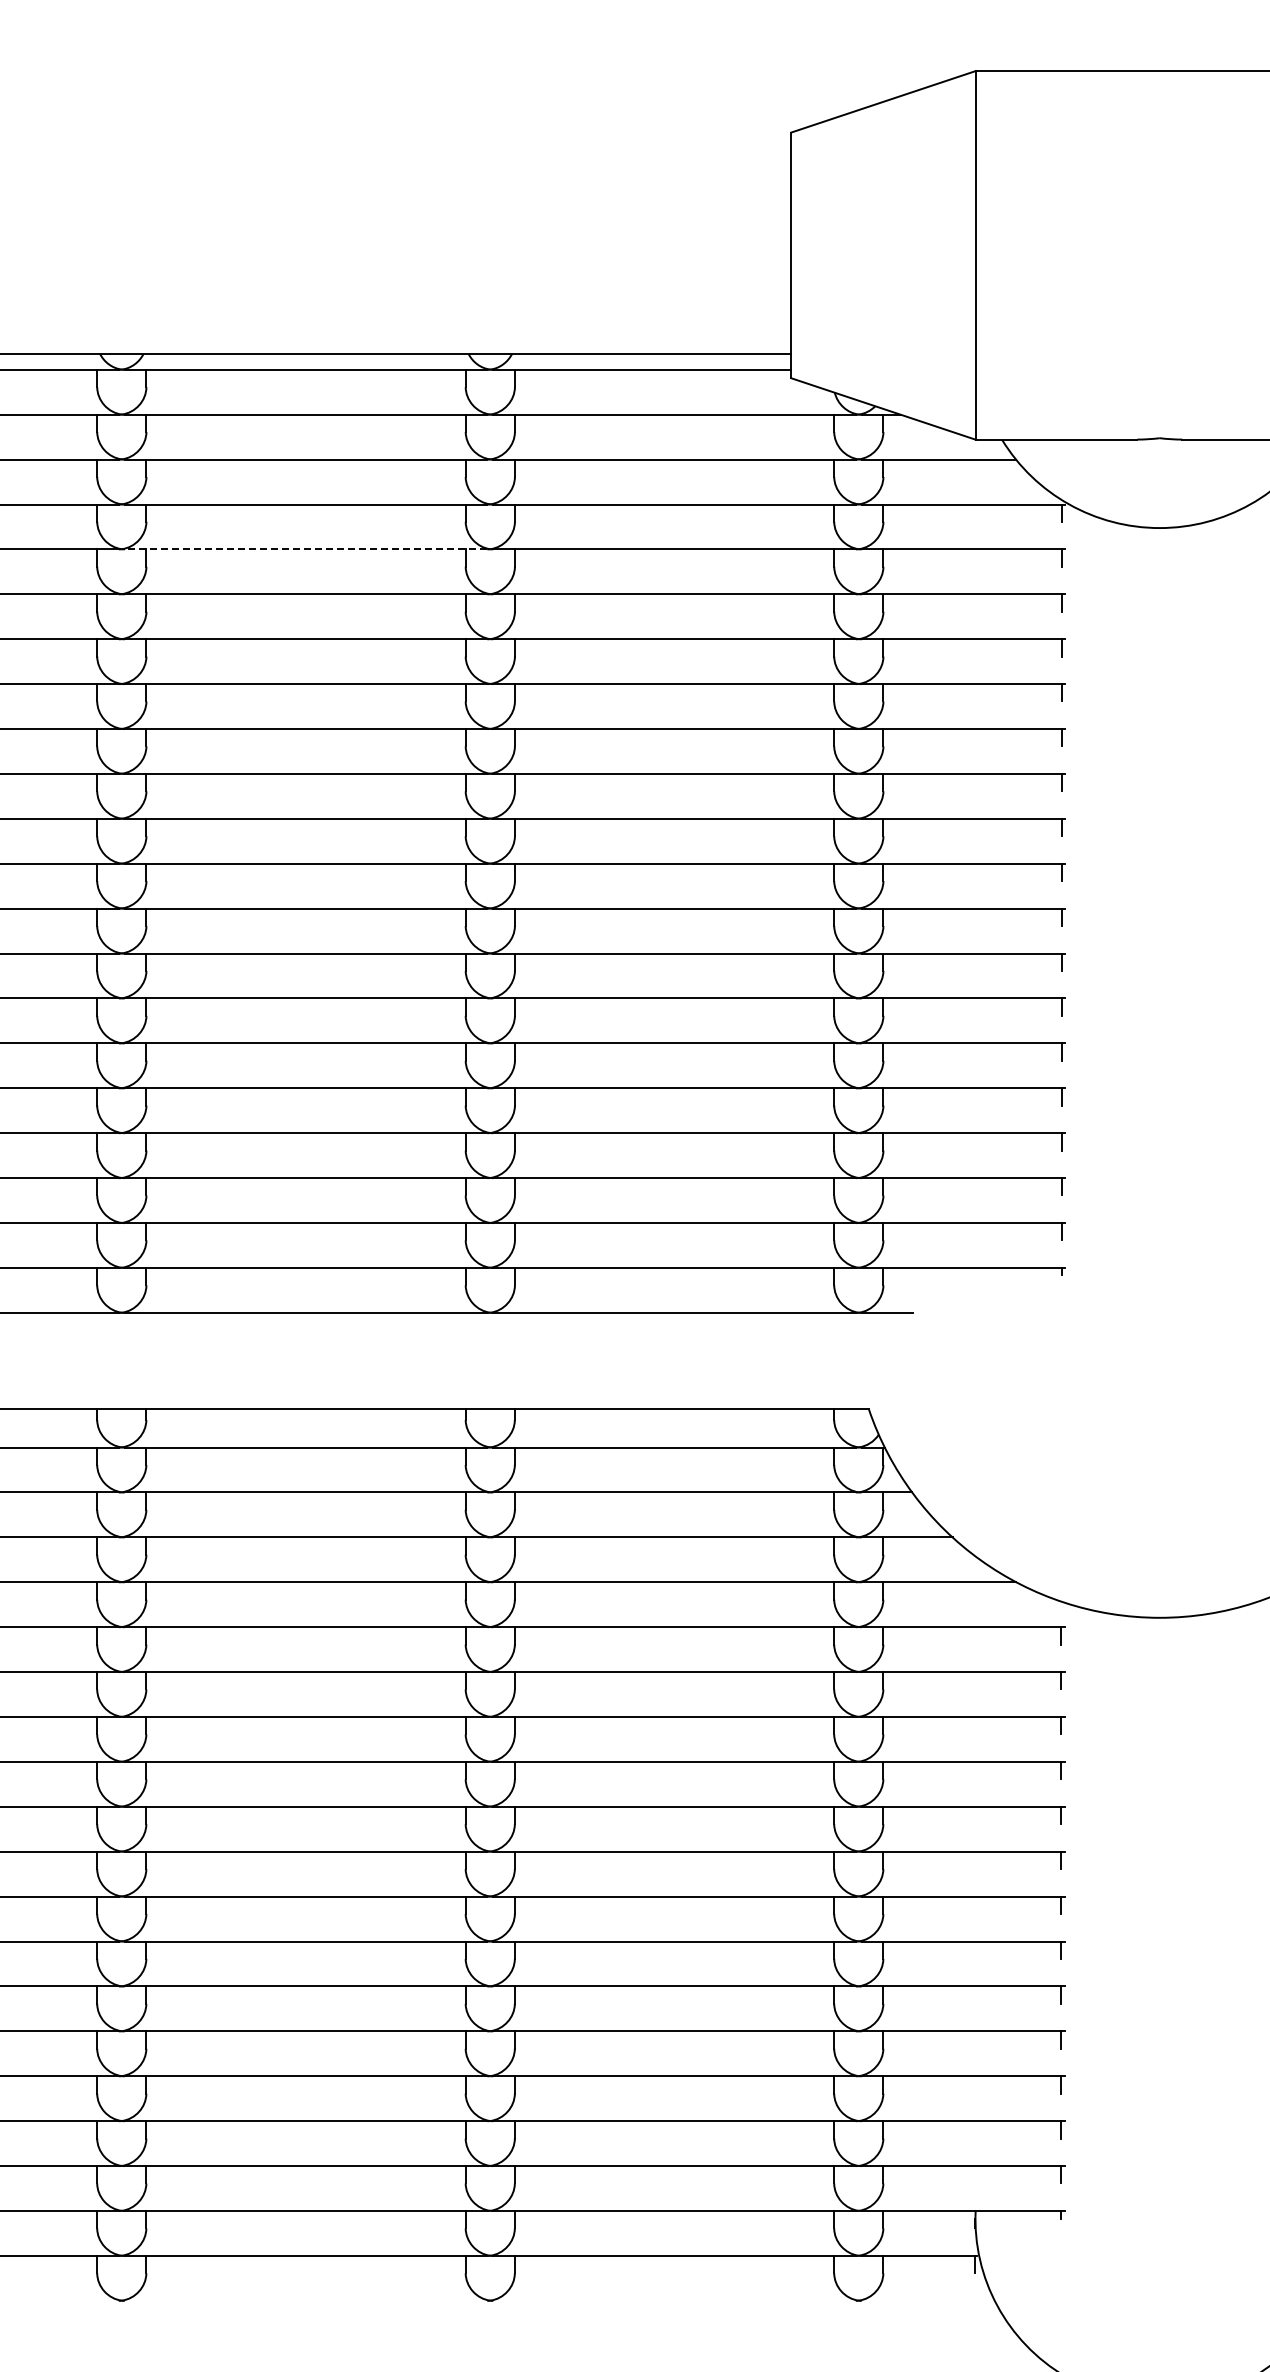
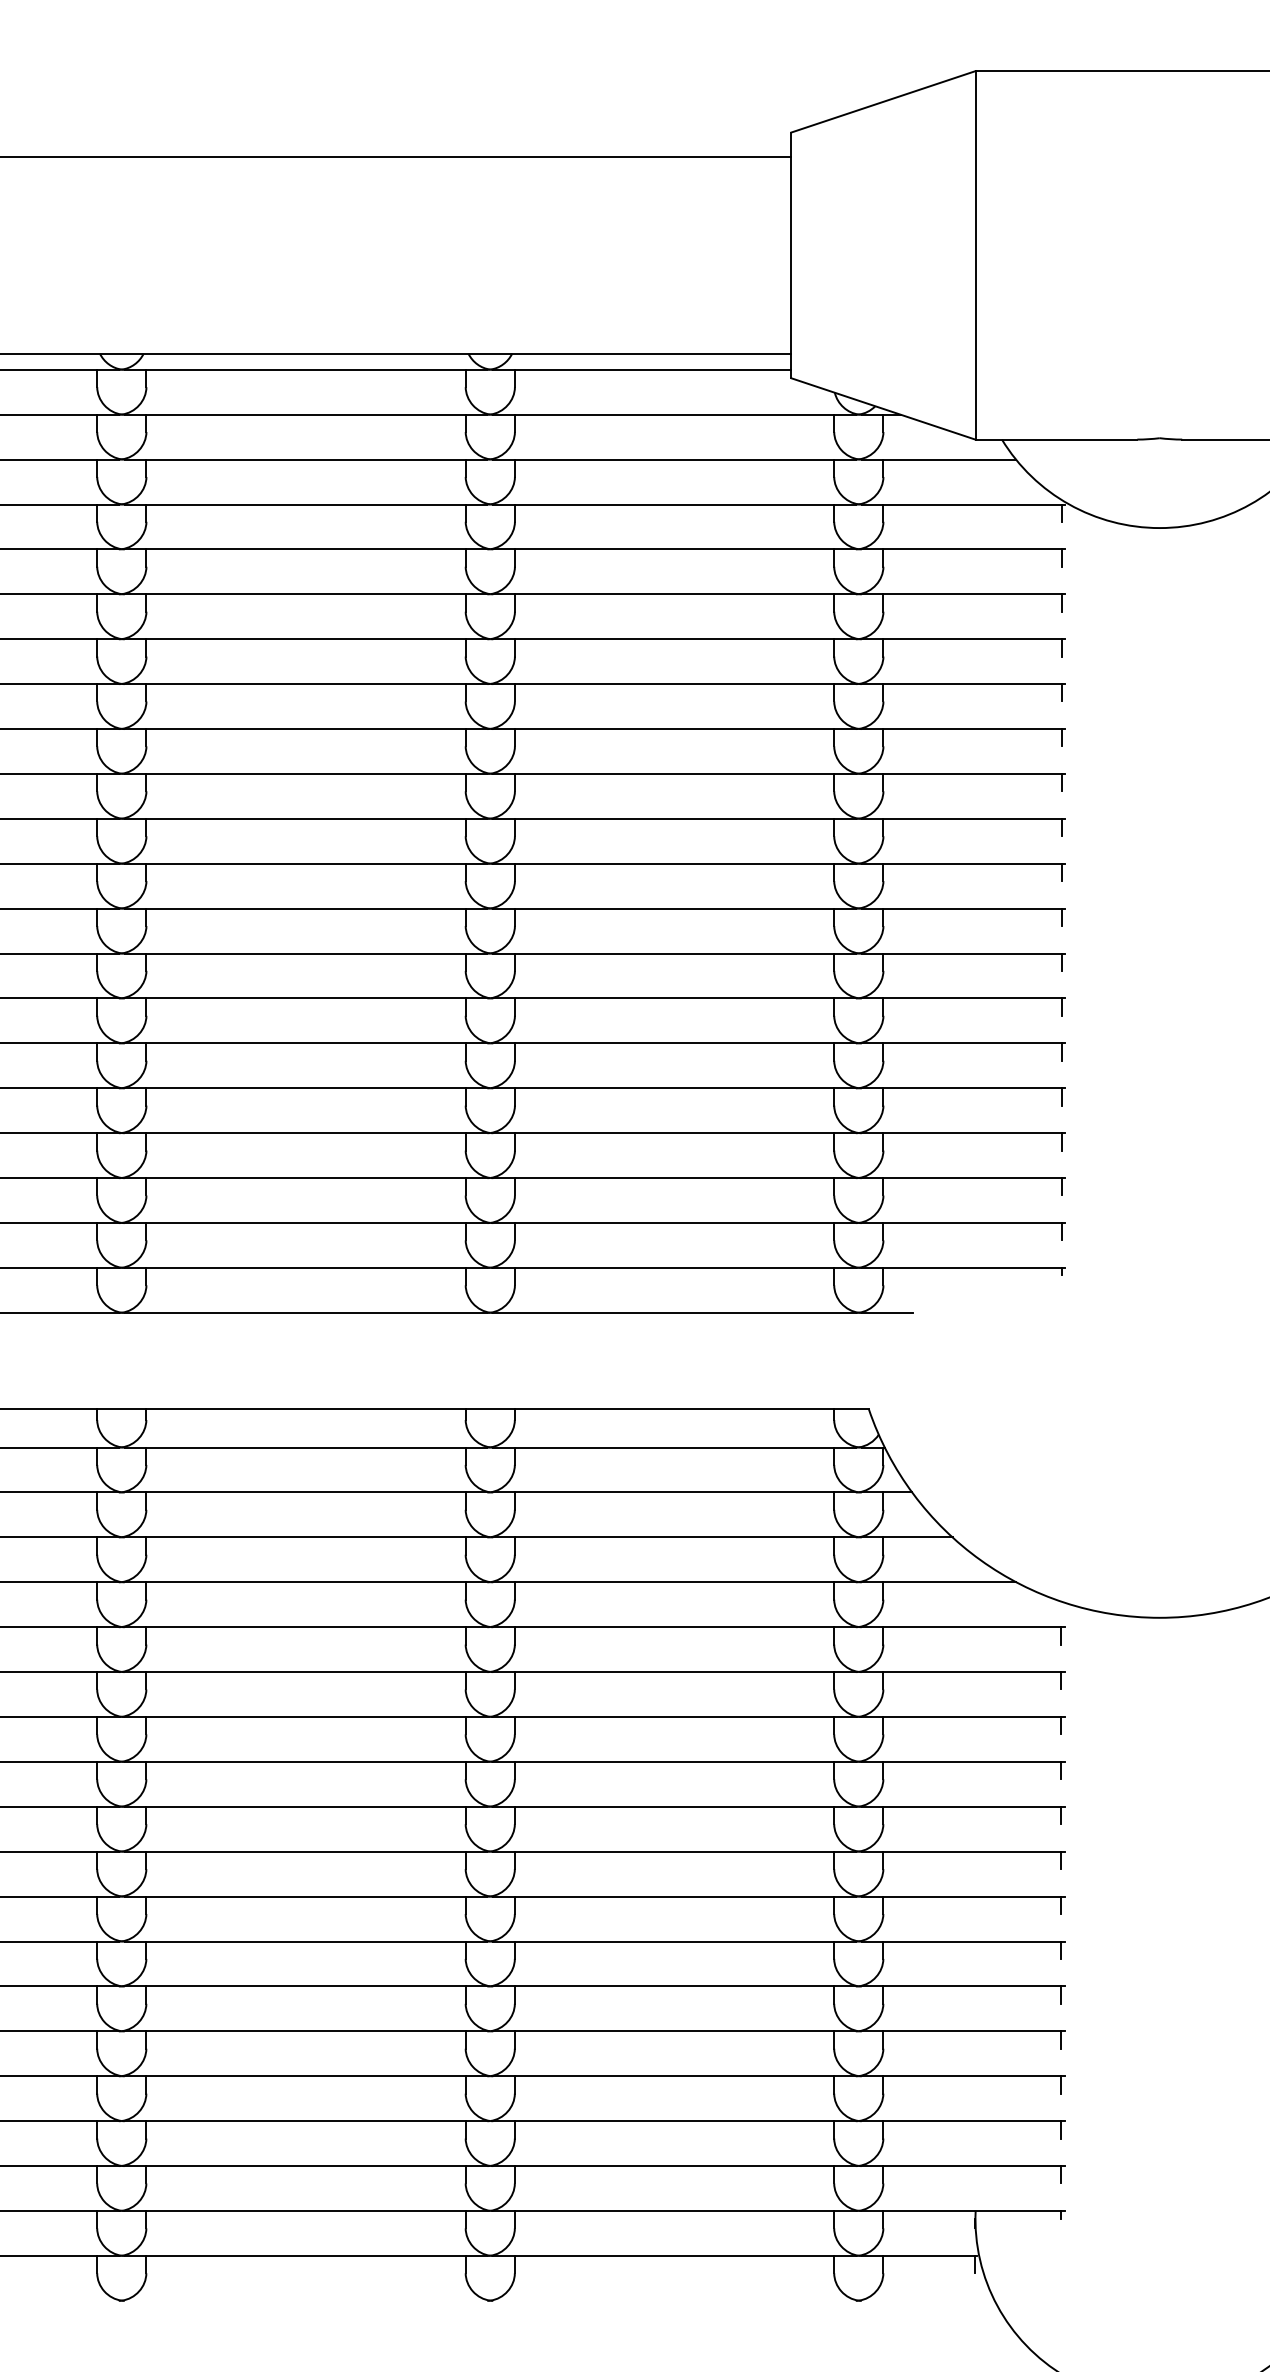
line at (396, 157): none -> present
line at (305, 549): dashed -> solid
